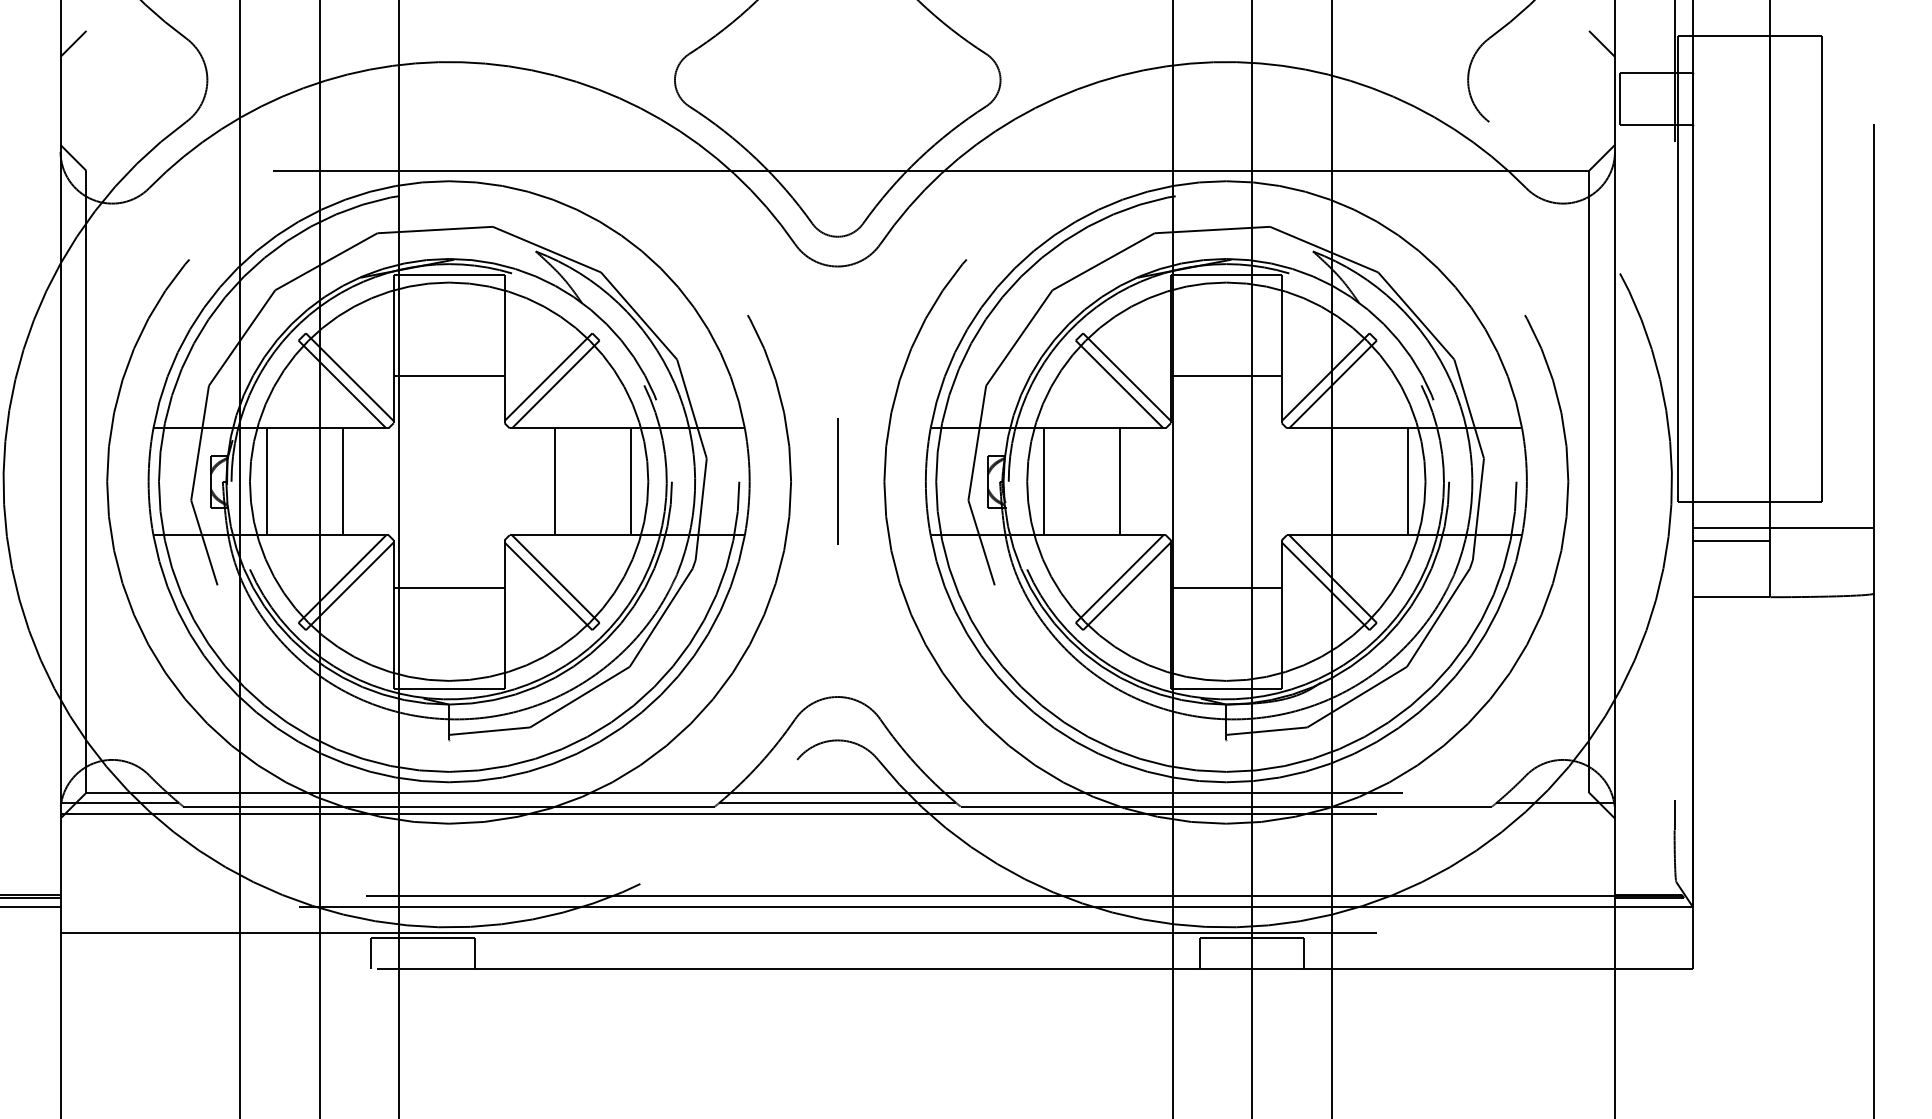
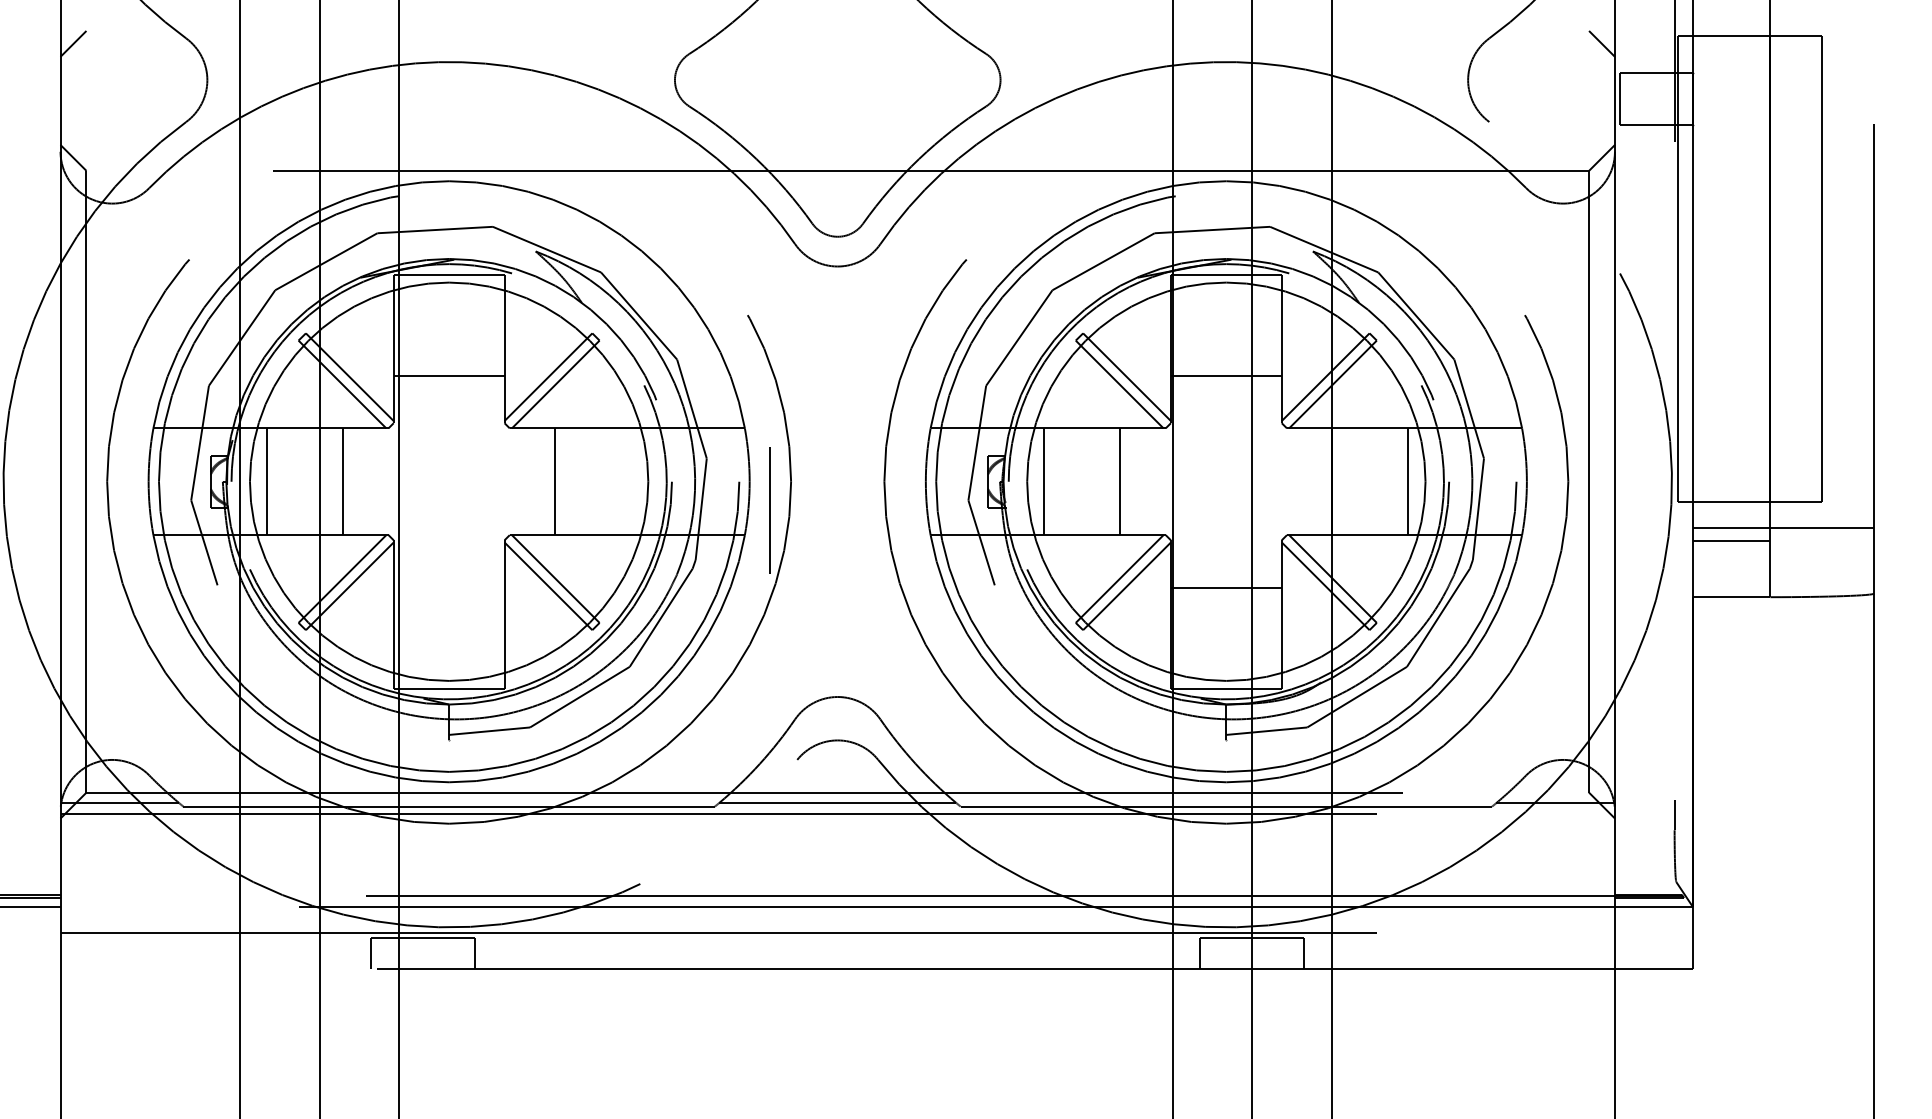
line at (631, 481): present -> none
line at (837, 481) position: (837, 481) -> (769, 510)
line at (448, 587): present -> none
